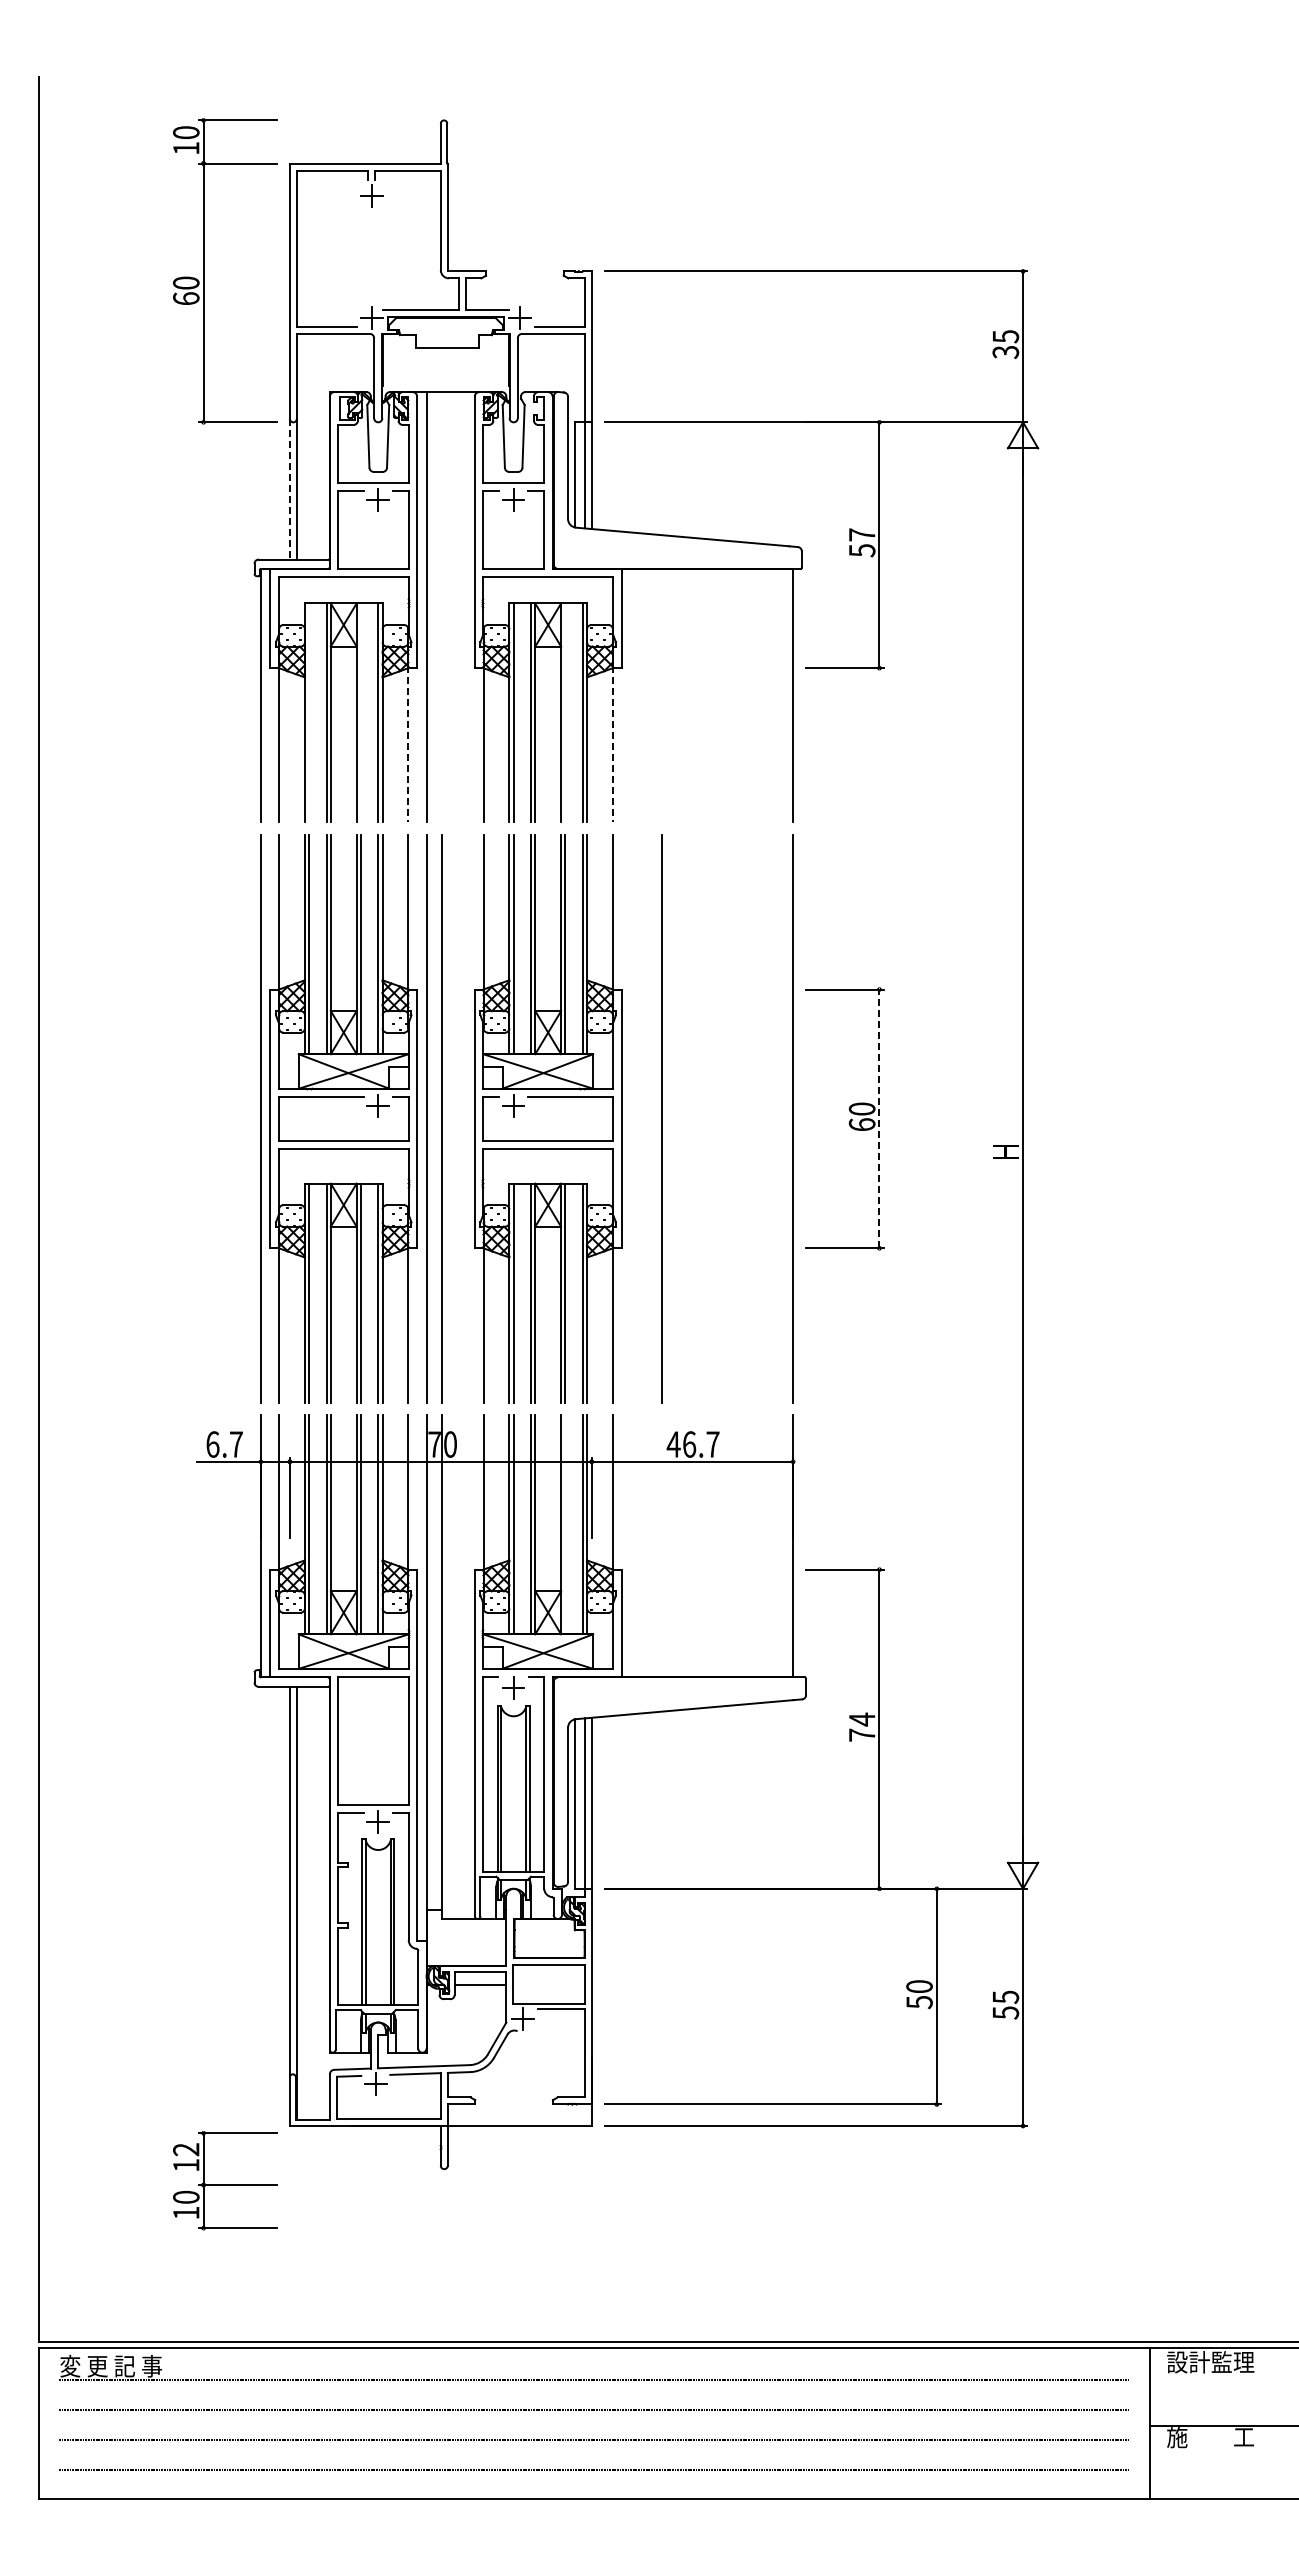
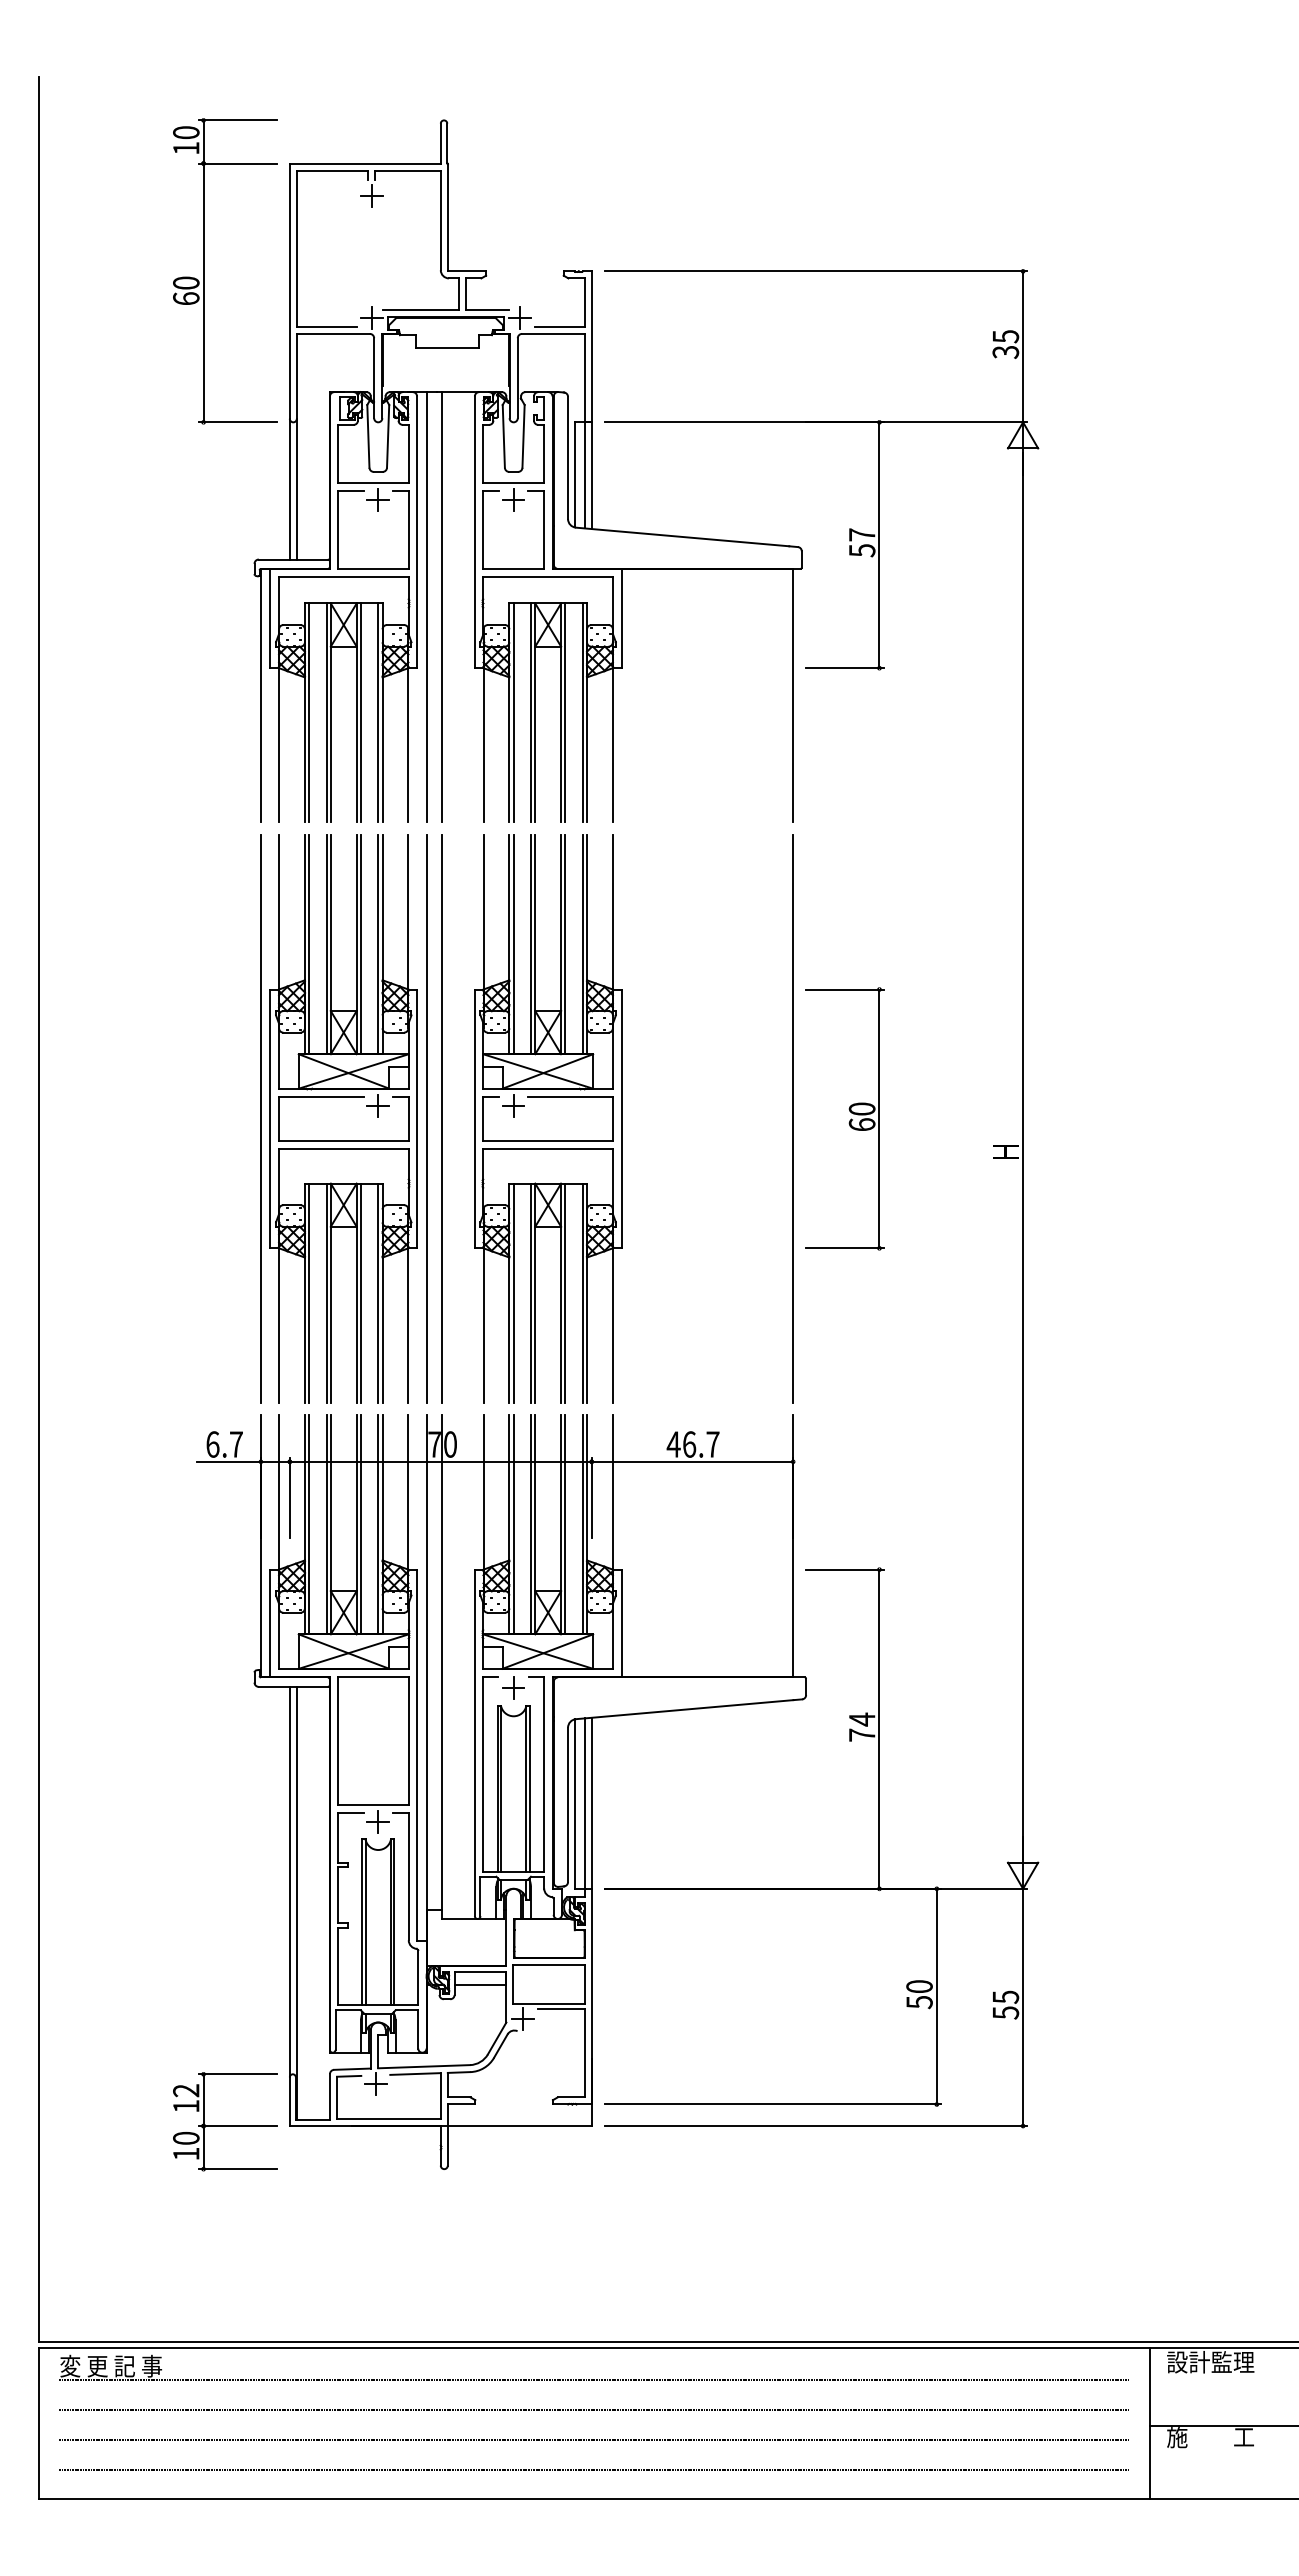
line at (289, 489): dashed -> solid
line at (441, 607): none -> present
line at (309, 712): none -> present
line at (361, 712): none -> present
line at (565, 712): none -> present
line at (408, 744): dashed -> solid
line at (612, 744): dashed -> solid
line at (661, 1118): present -> none
line at (879, 1118): dashed -> solid
line at (565, 1524): none -> present
part at (225, 2180) position: (225, 2180) -> (225, 2121)
